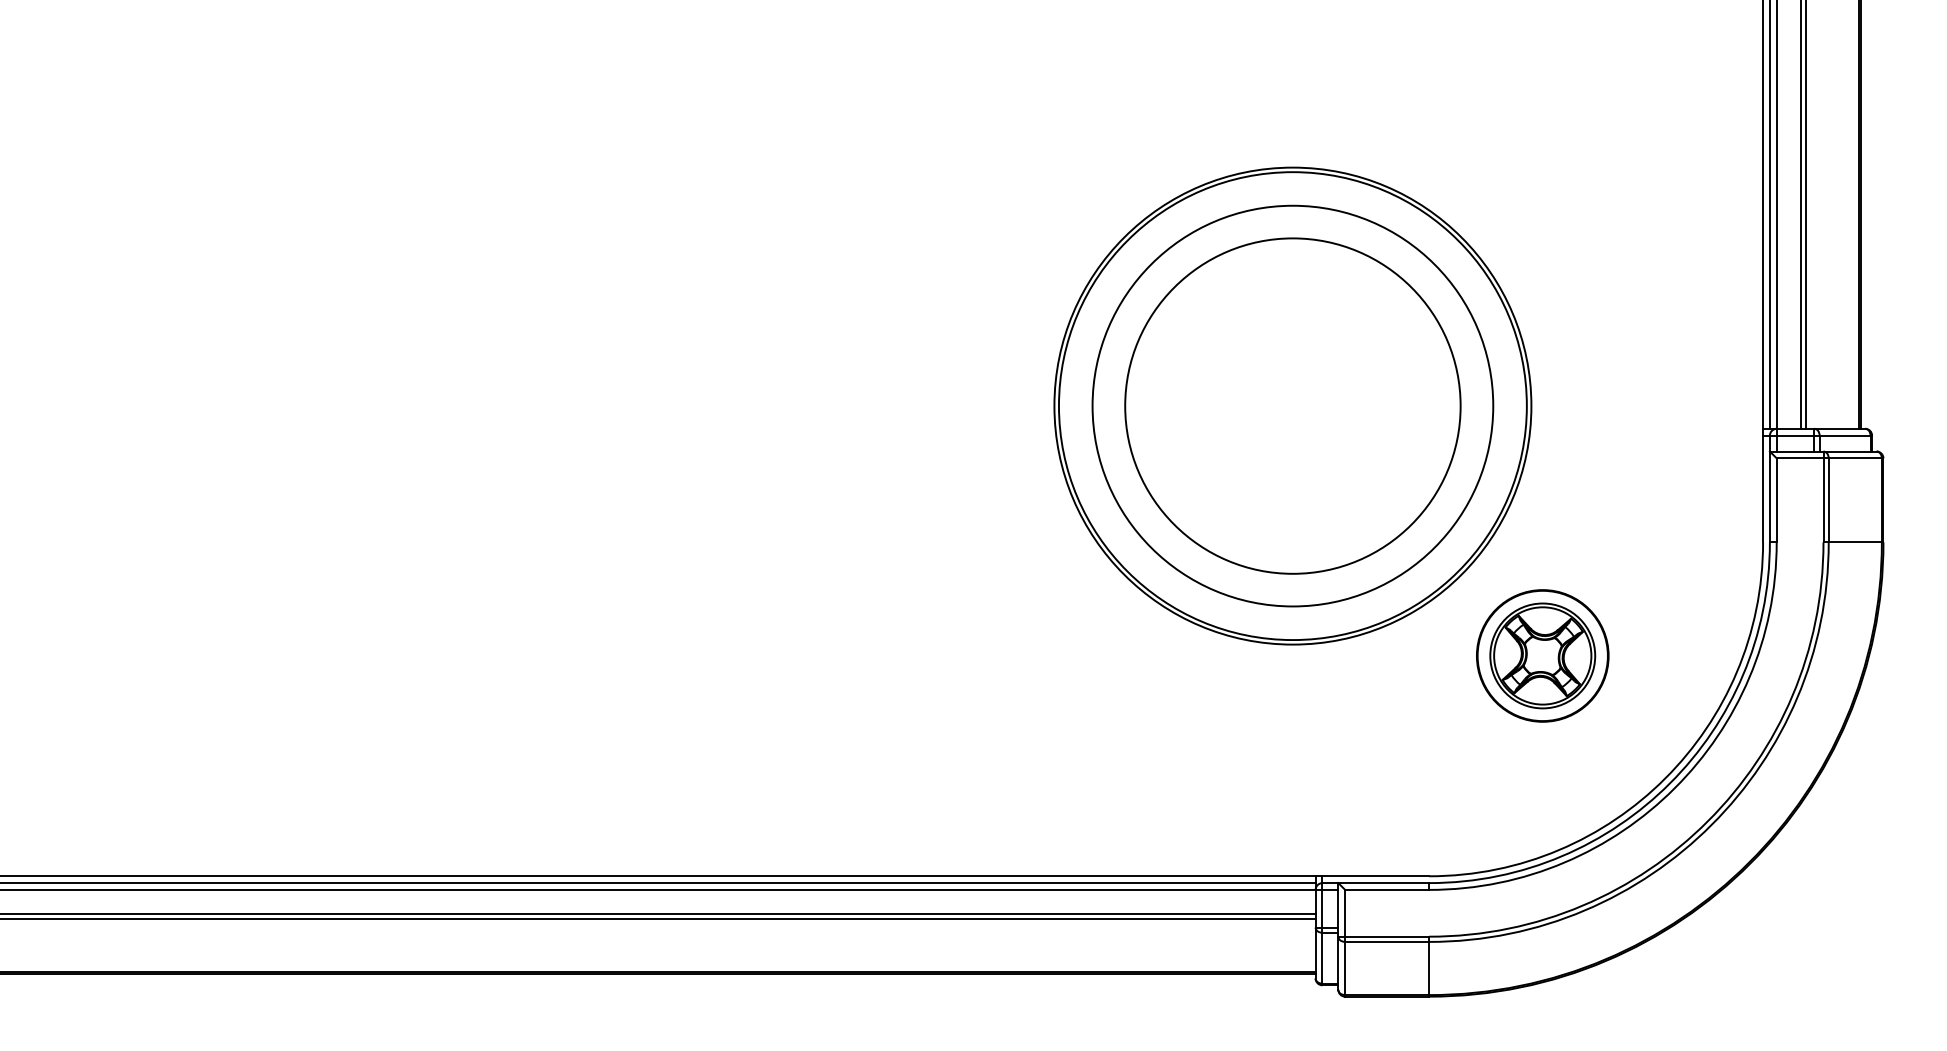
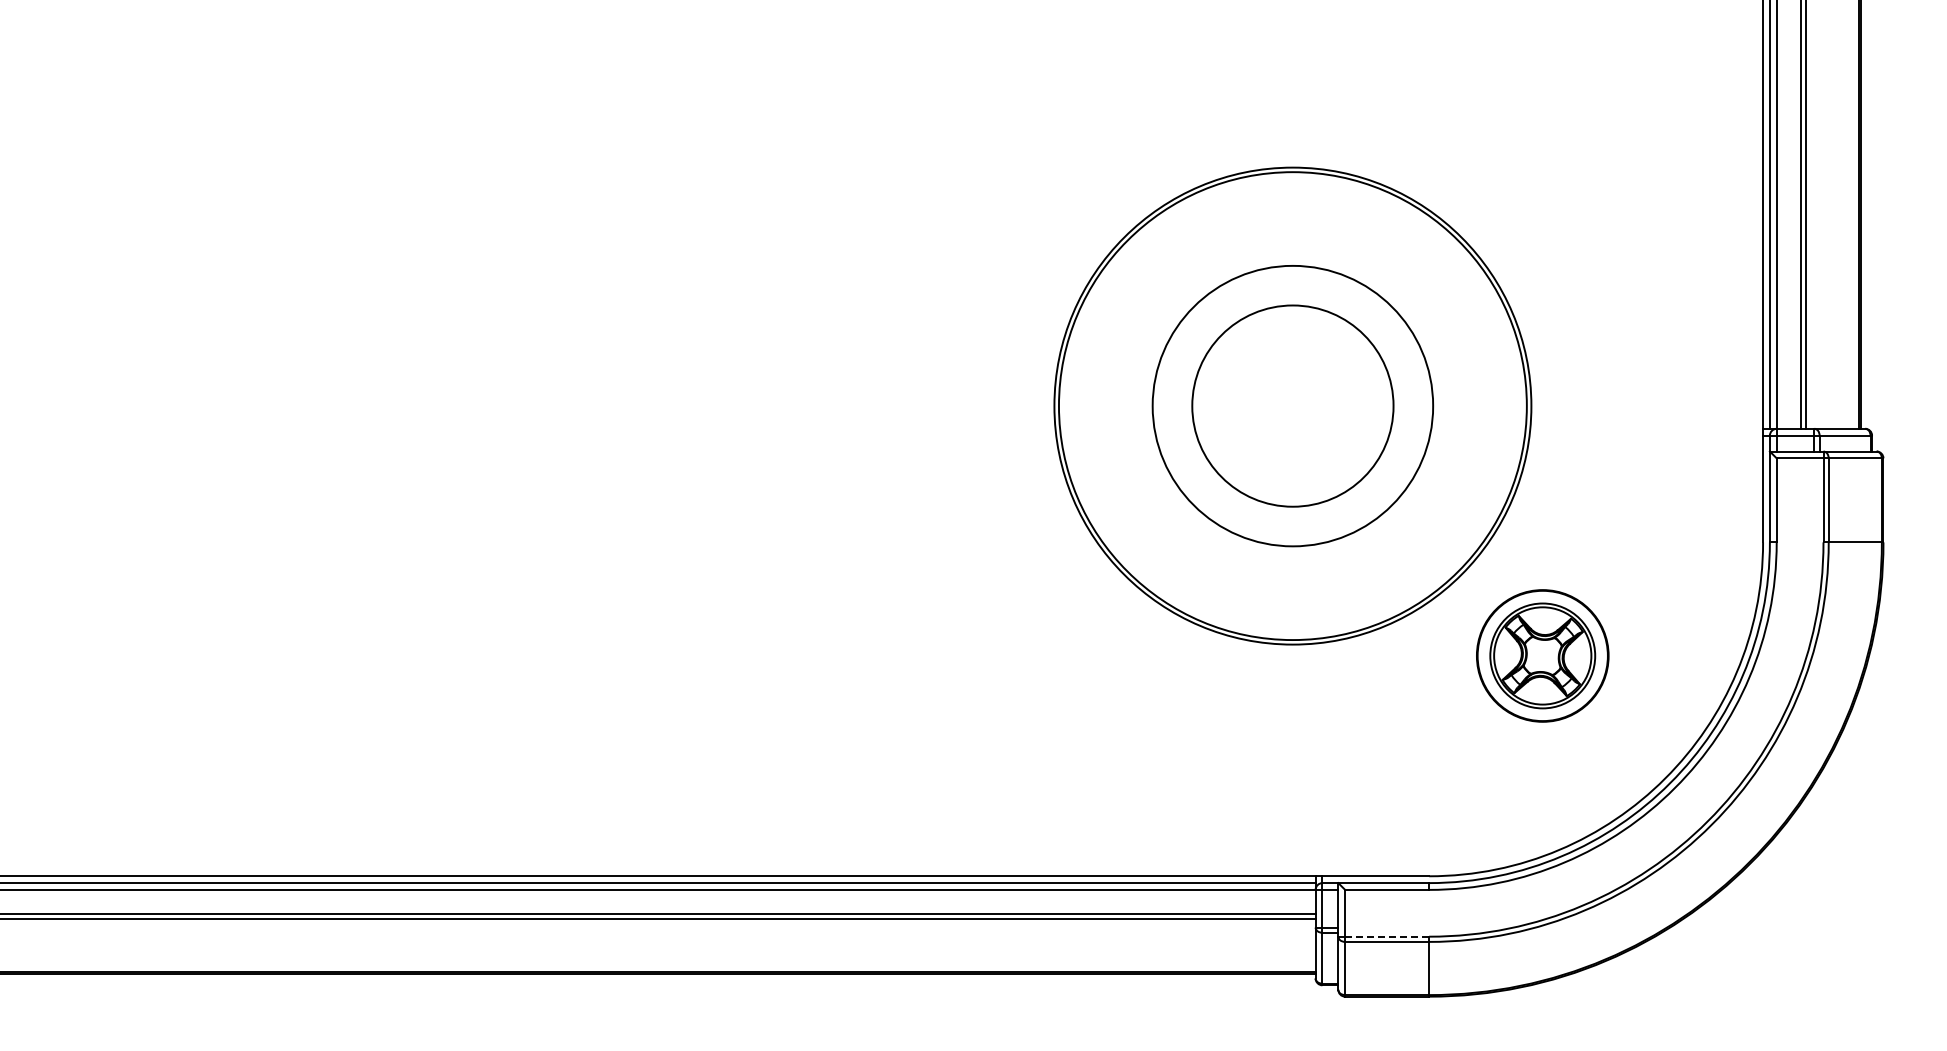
circle at (1292, 405) diameter: 335 px -> 201 px
circle at (1292, 405) diameter: 401 px -> 280 px
line at (1386, 936): solid -> dashed
